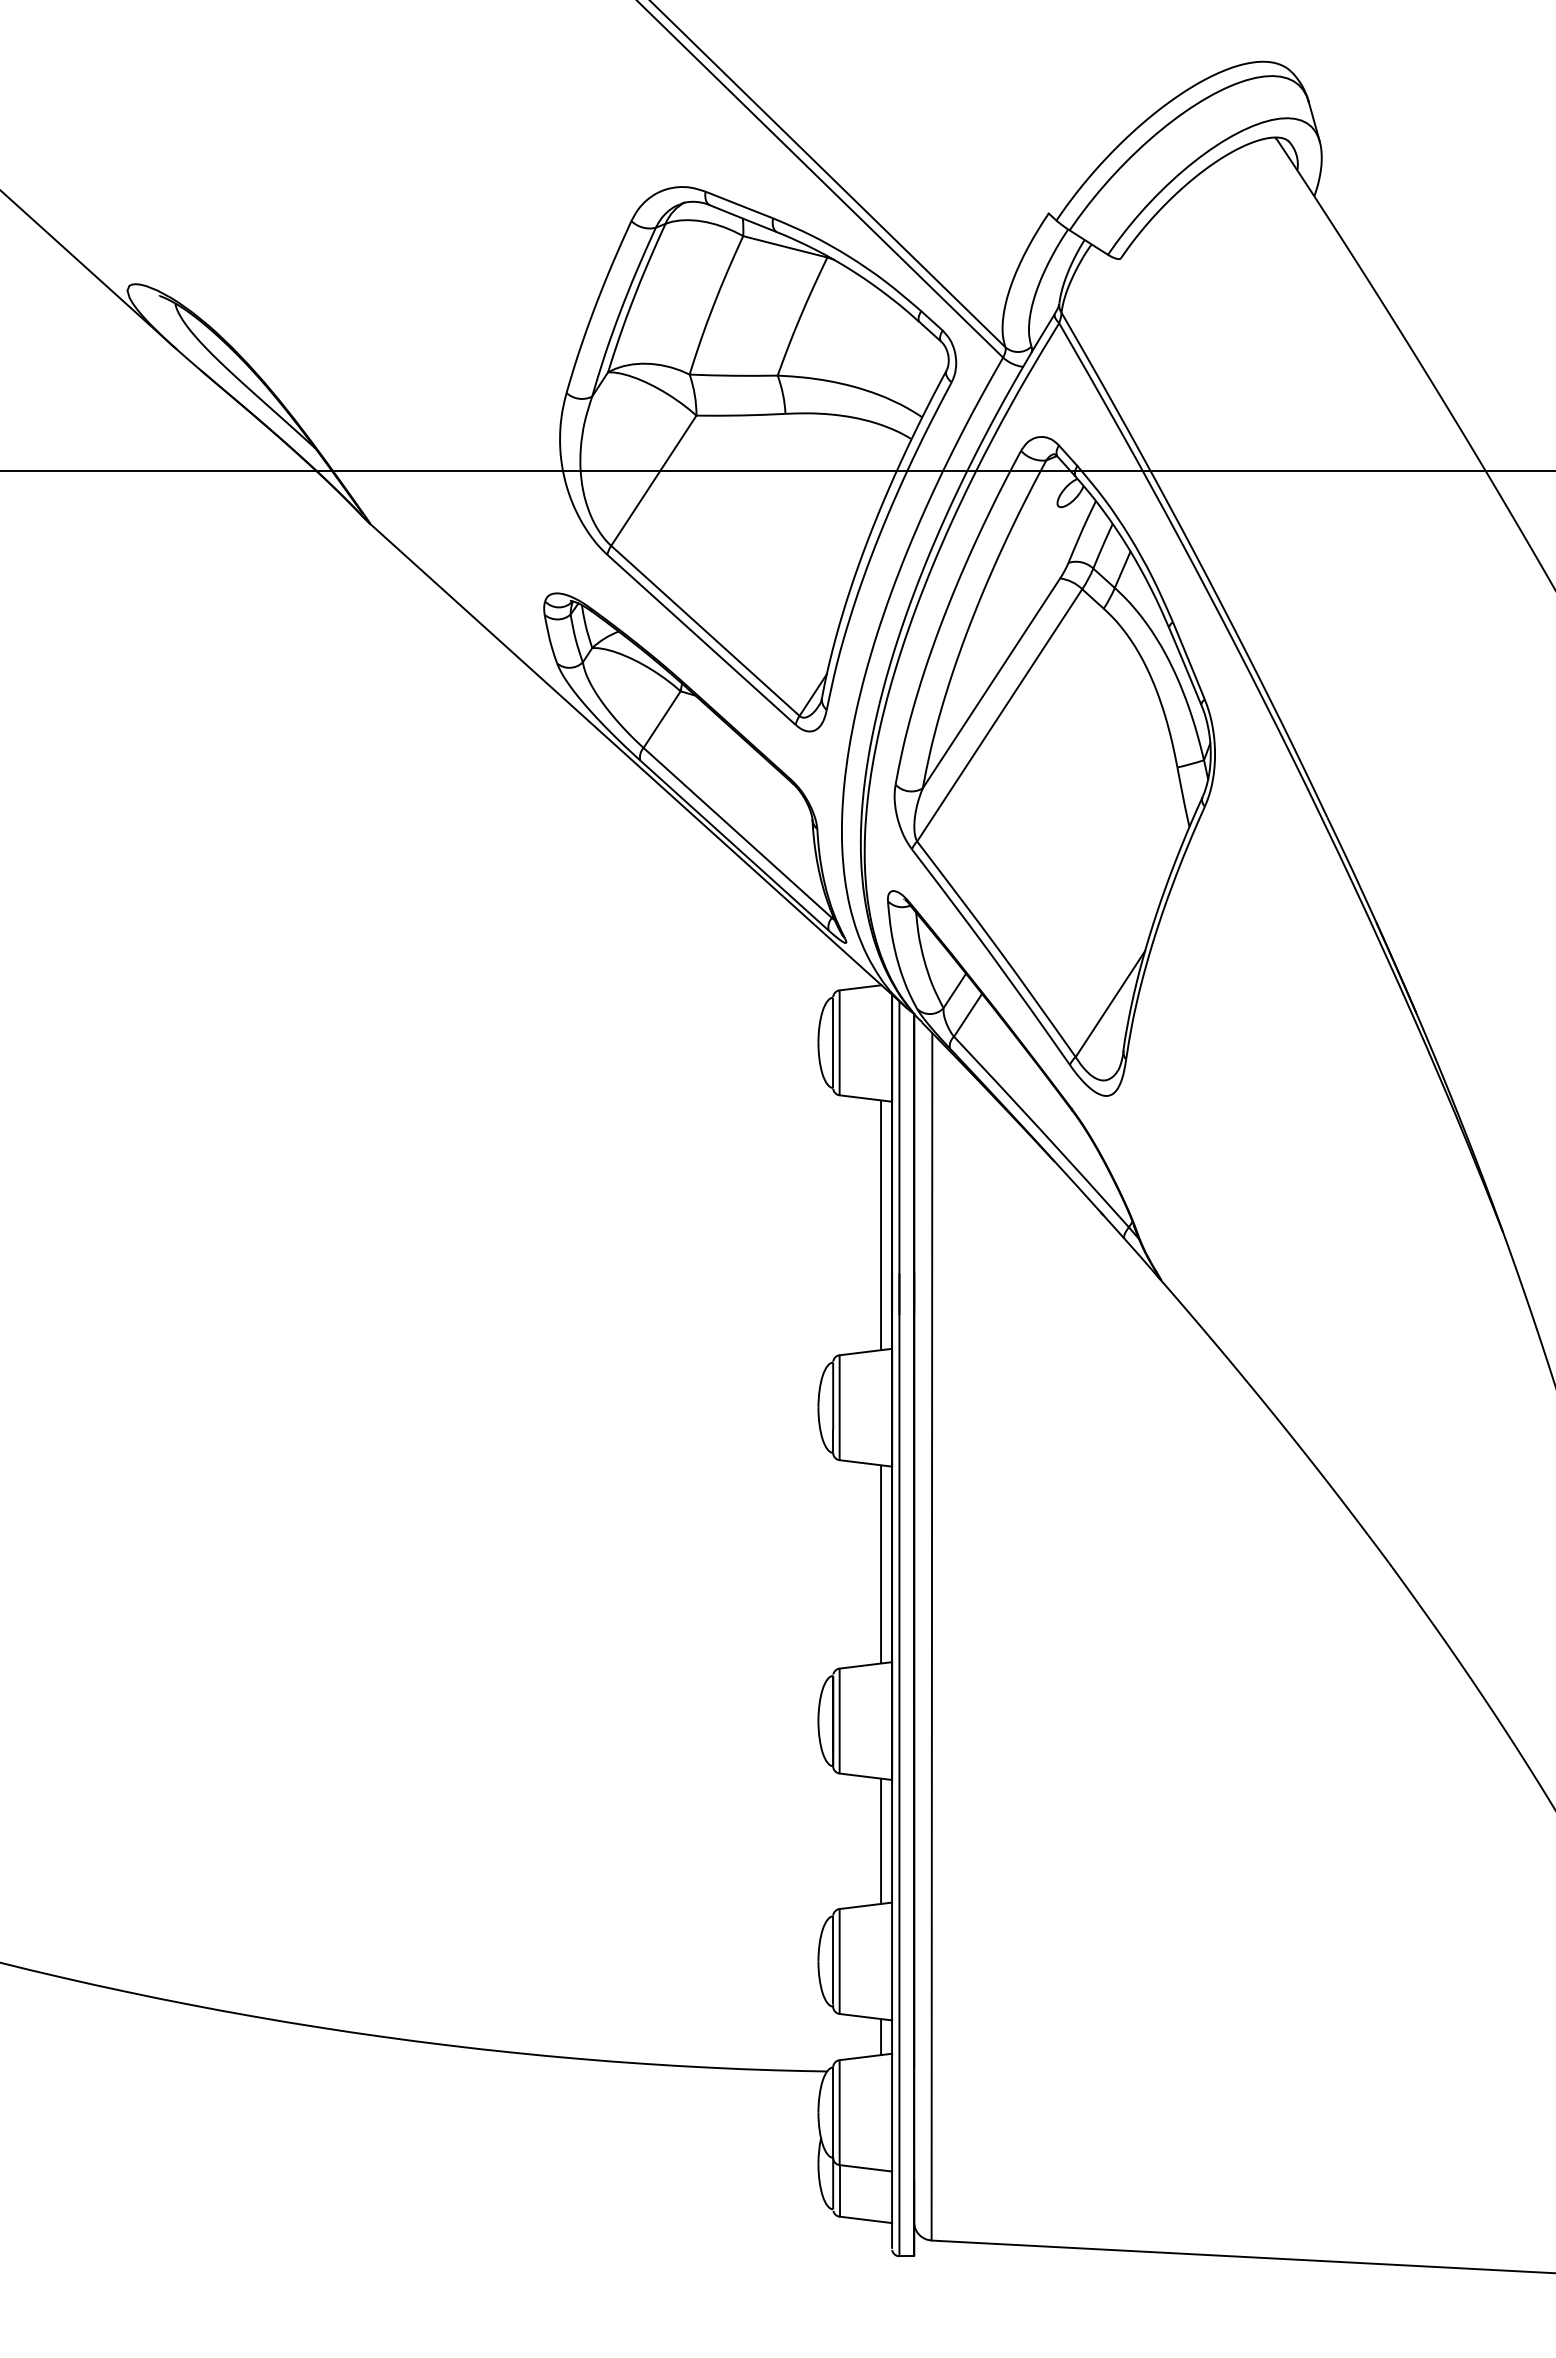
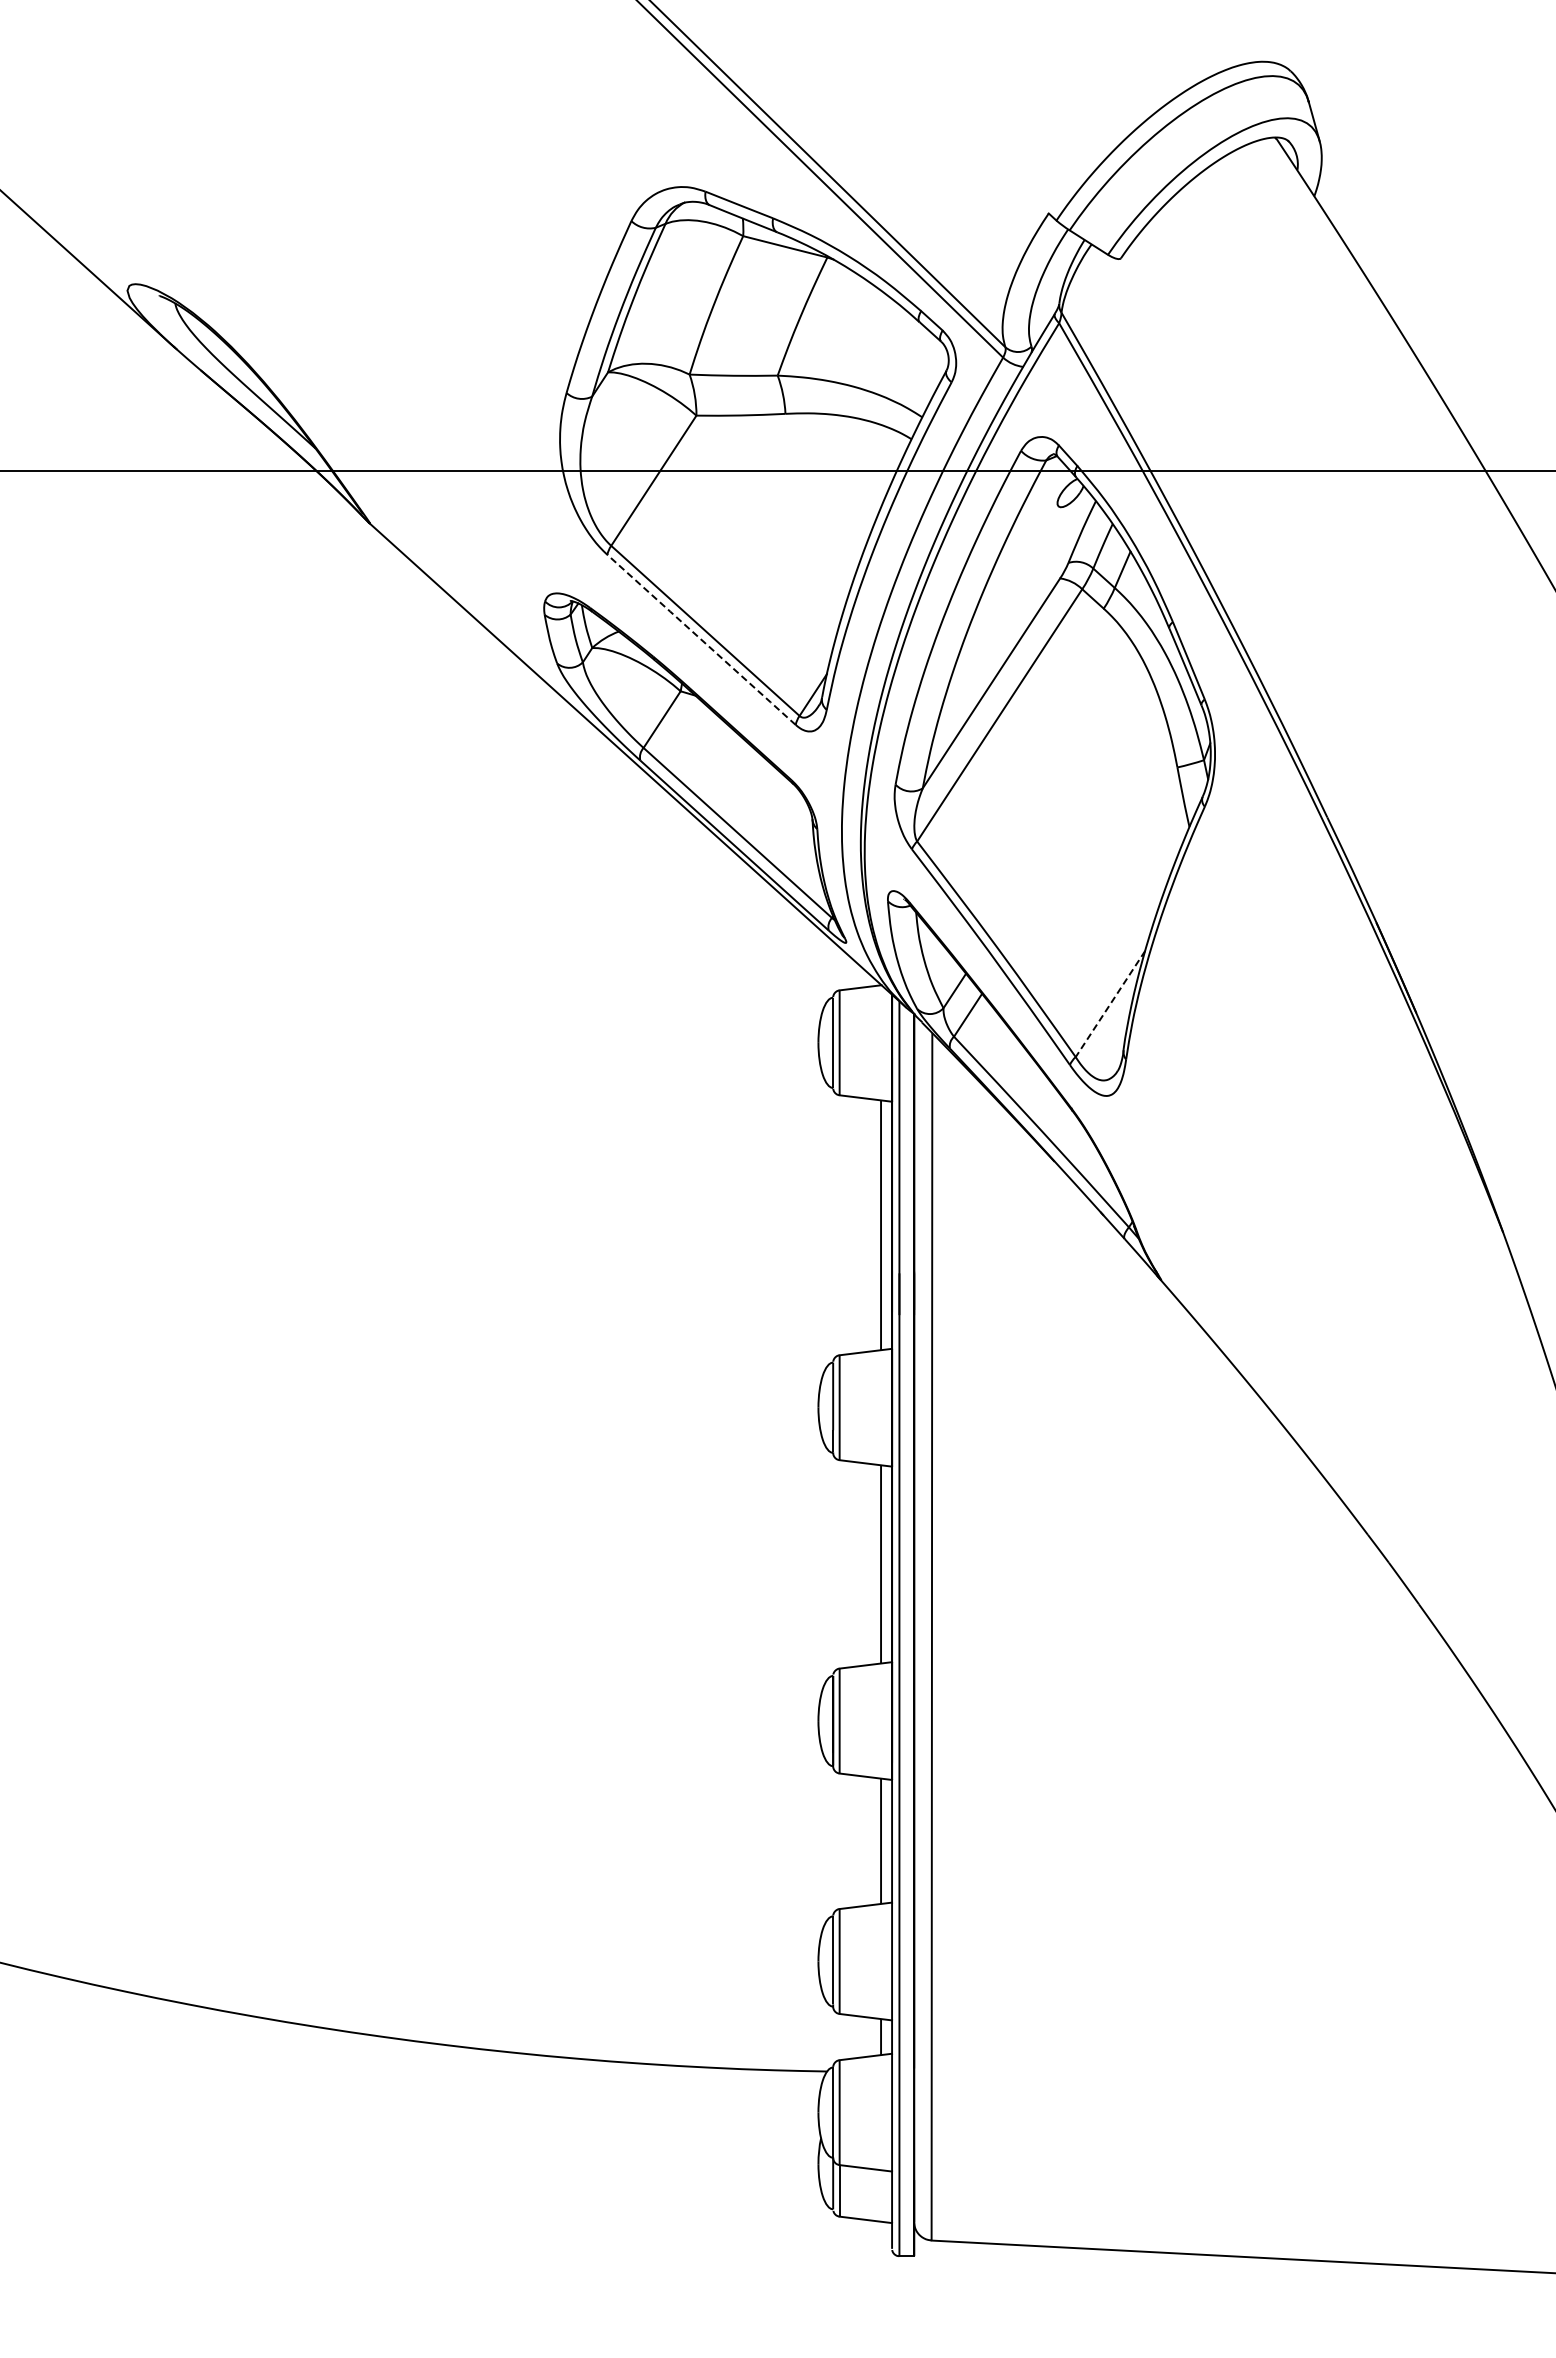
line at (701, 639): solid -> dashed
line at (1110, 1004): solid -> dashed
